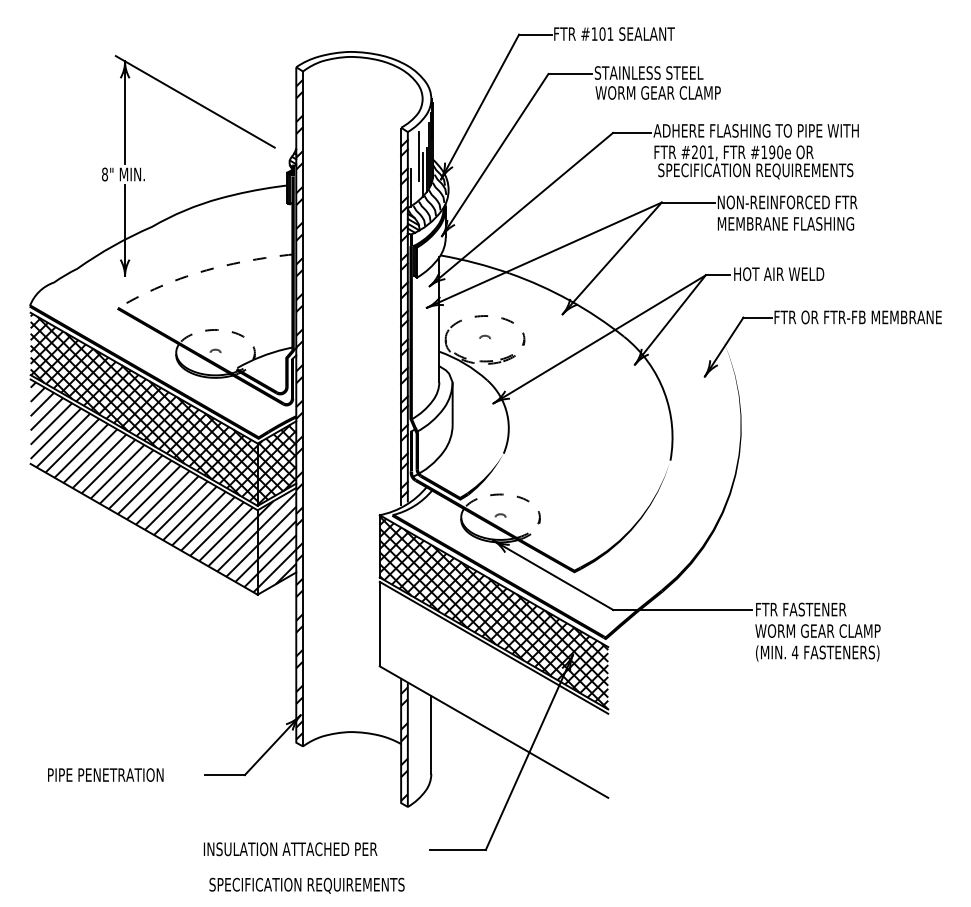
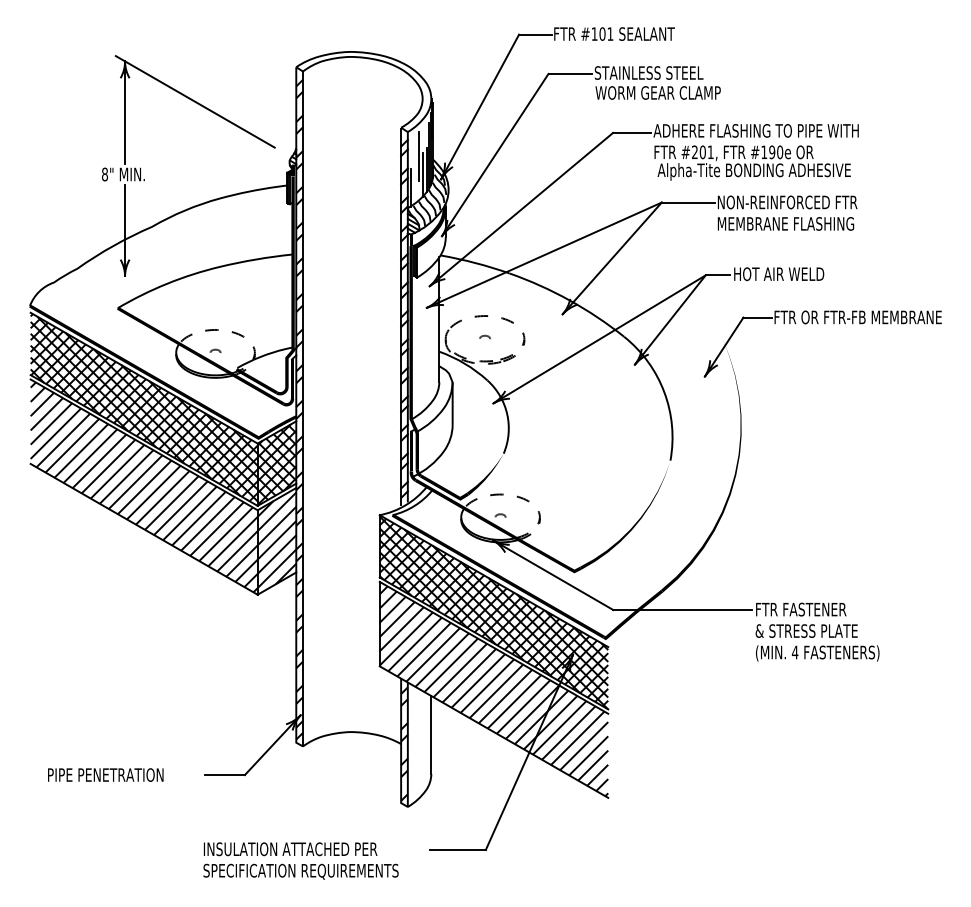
text at (755, 171): SPECIFICATION REQUIREMENTS -> Alpha-Tite BONDING ADHESIVE
line at (201, 271): dashed -> solid
text at (817, 630): WORM GEAR CLAMP -> & STRESS PLATE
hatch at (493, 691): none -> present
text at (306, 885) position: (306, 885) -> (300, 871)
